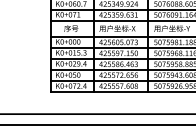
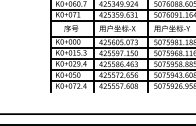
line at (121, 91): present -> none
